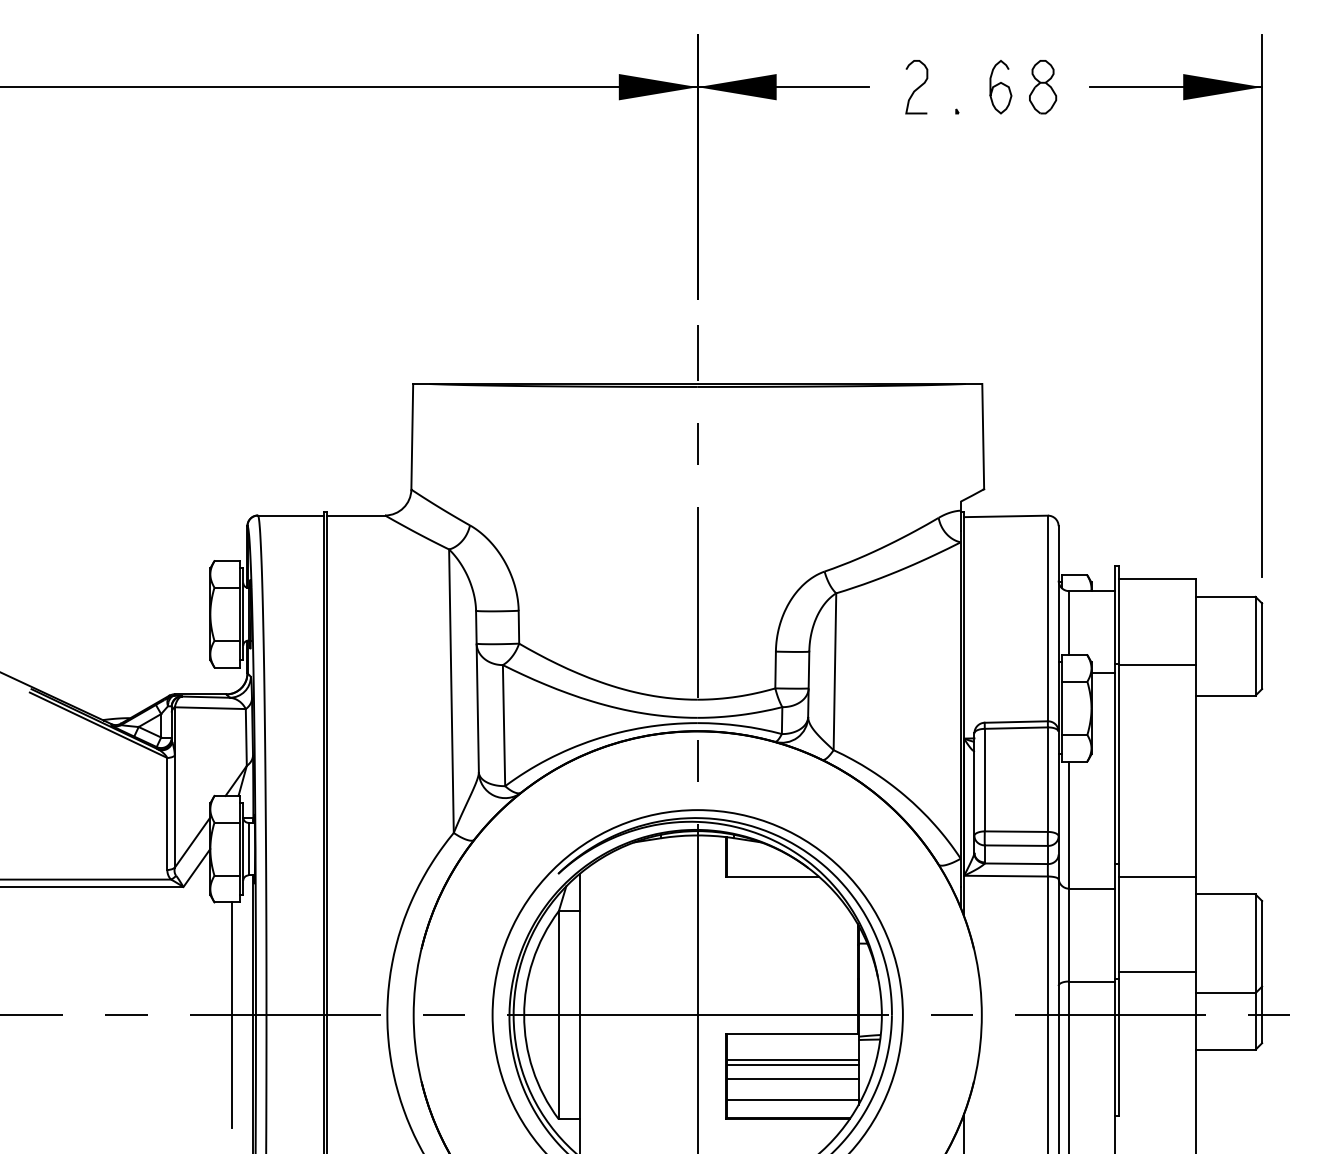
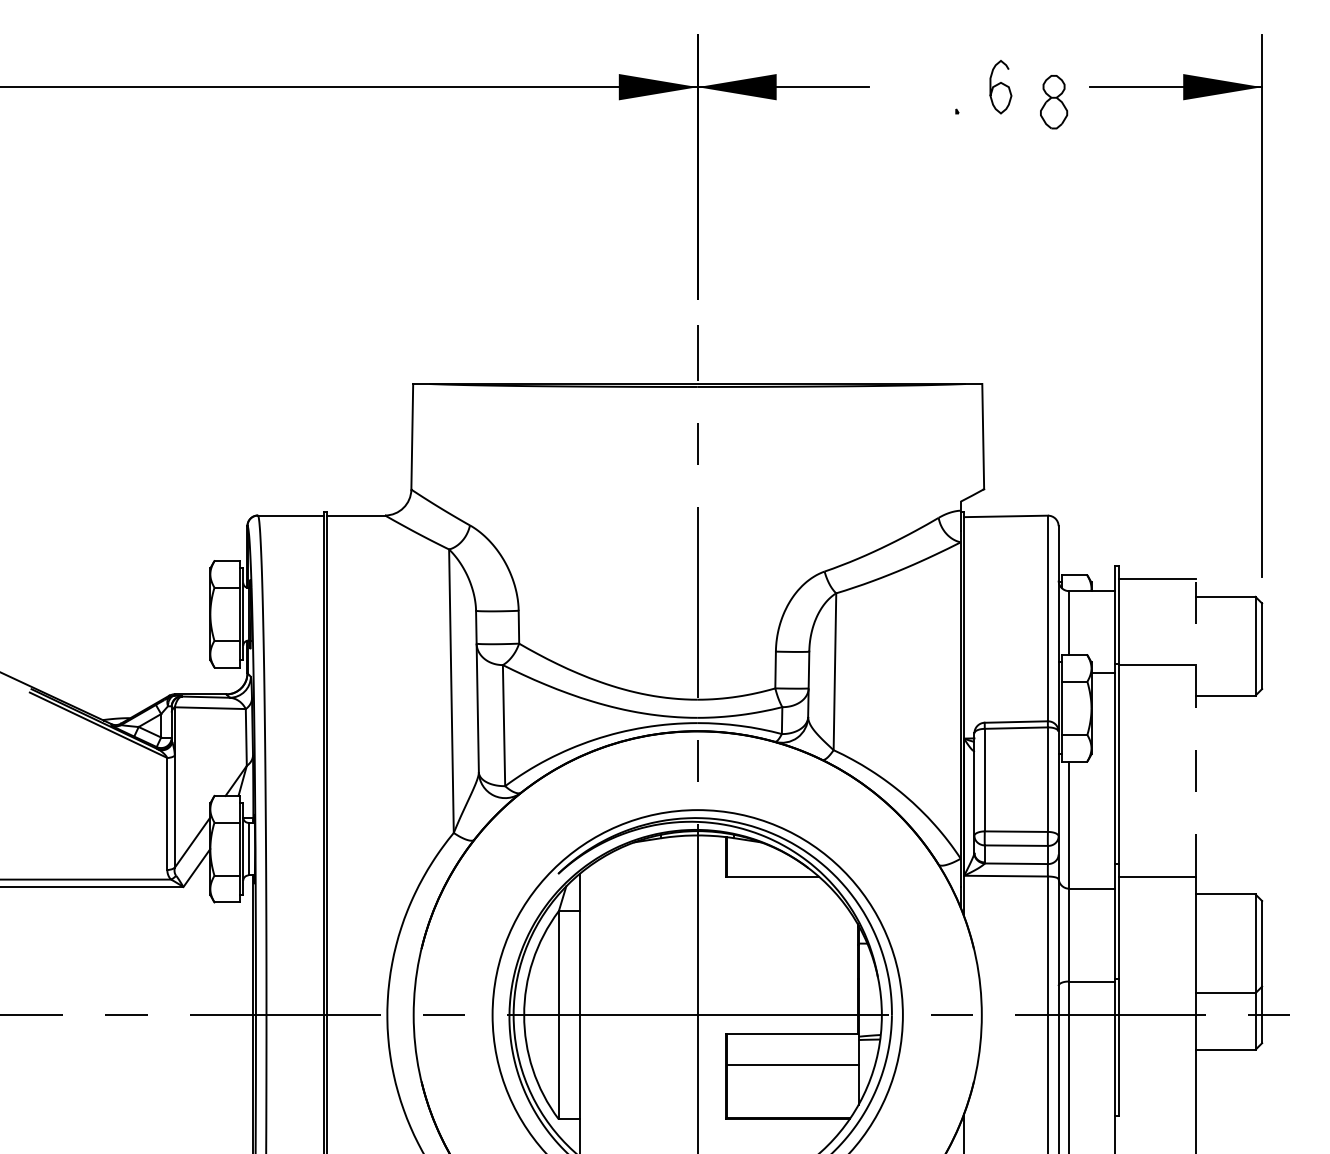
curve at (917, 87): present -> none
part at (1043, 87) position: (1043, 87) -> (1054, 102)
line at (1196, 727): solid -> dashed
line at (1157, 972): present -> none
line at (232, 1015): present -> none
line at (792, 1059): present -> none
line at (792, 1078): present -> none
line at (792, 1099): present -> none
